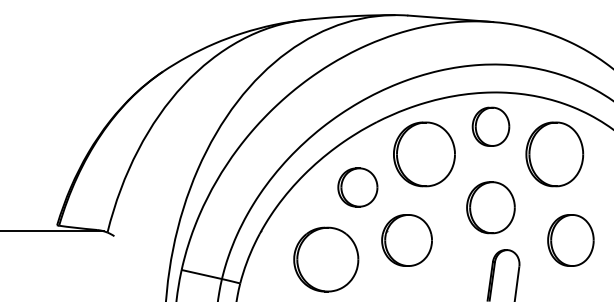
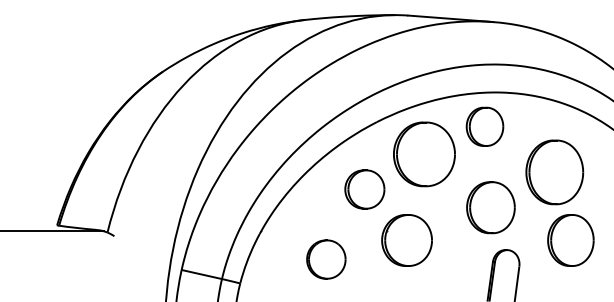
part at (490, 126) position: (490, 126) -> (484, 126)
part at (554, 154) position: (554, 154) -> (554, 172)
part at (357, 187) position: (357, 187) -> (364, 189)
part at (326, 259) size: 67x67 px -> 41x41 px
